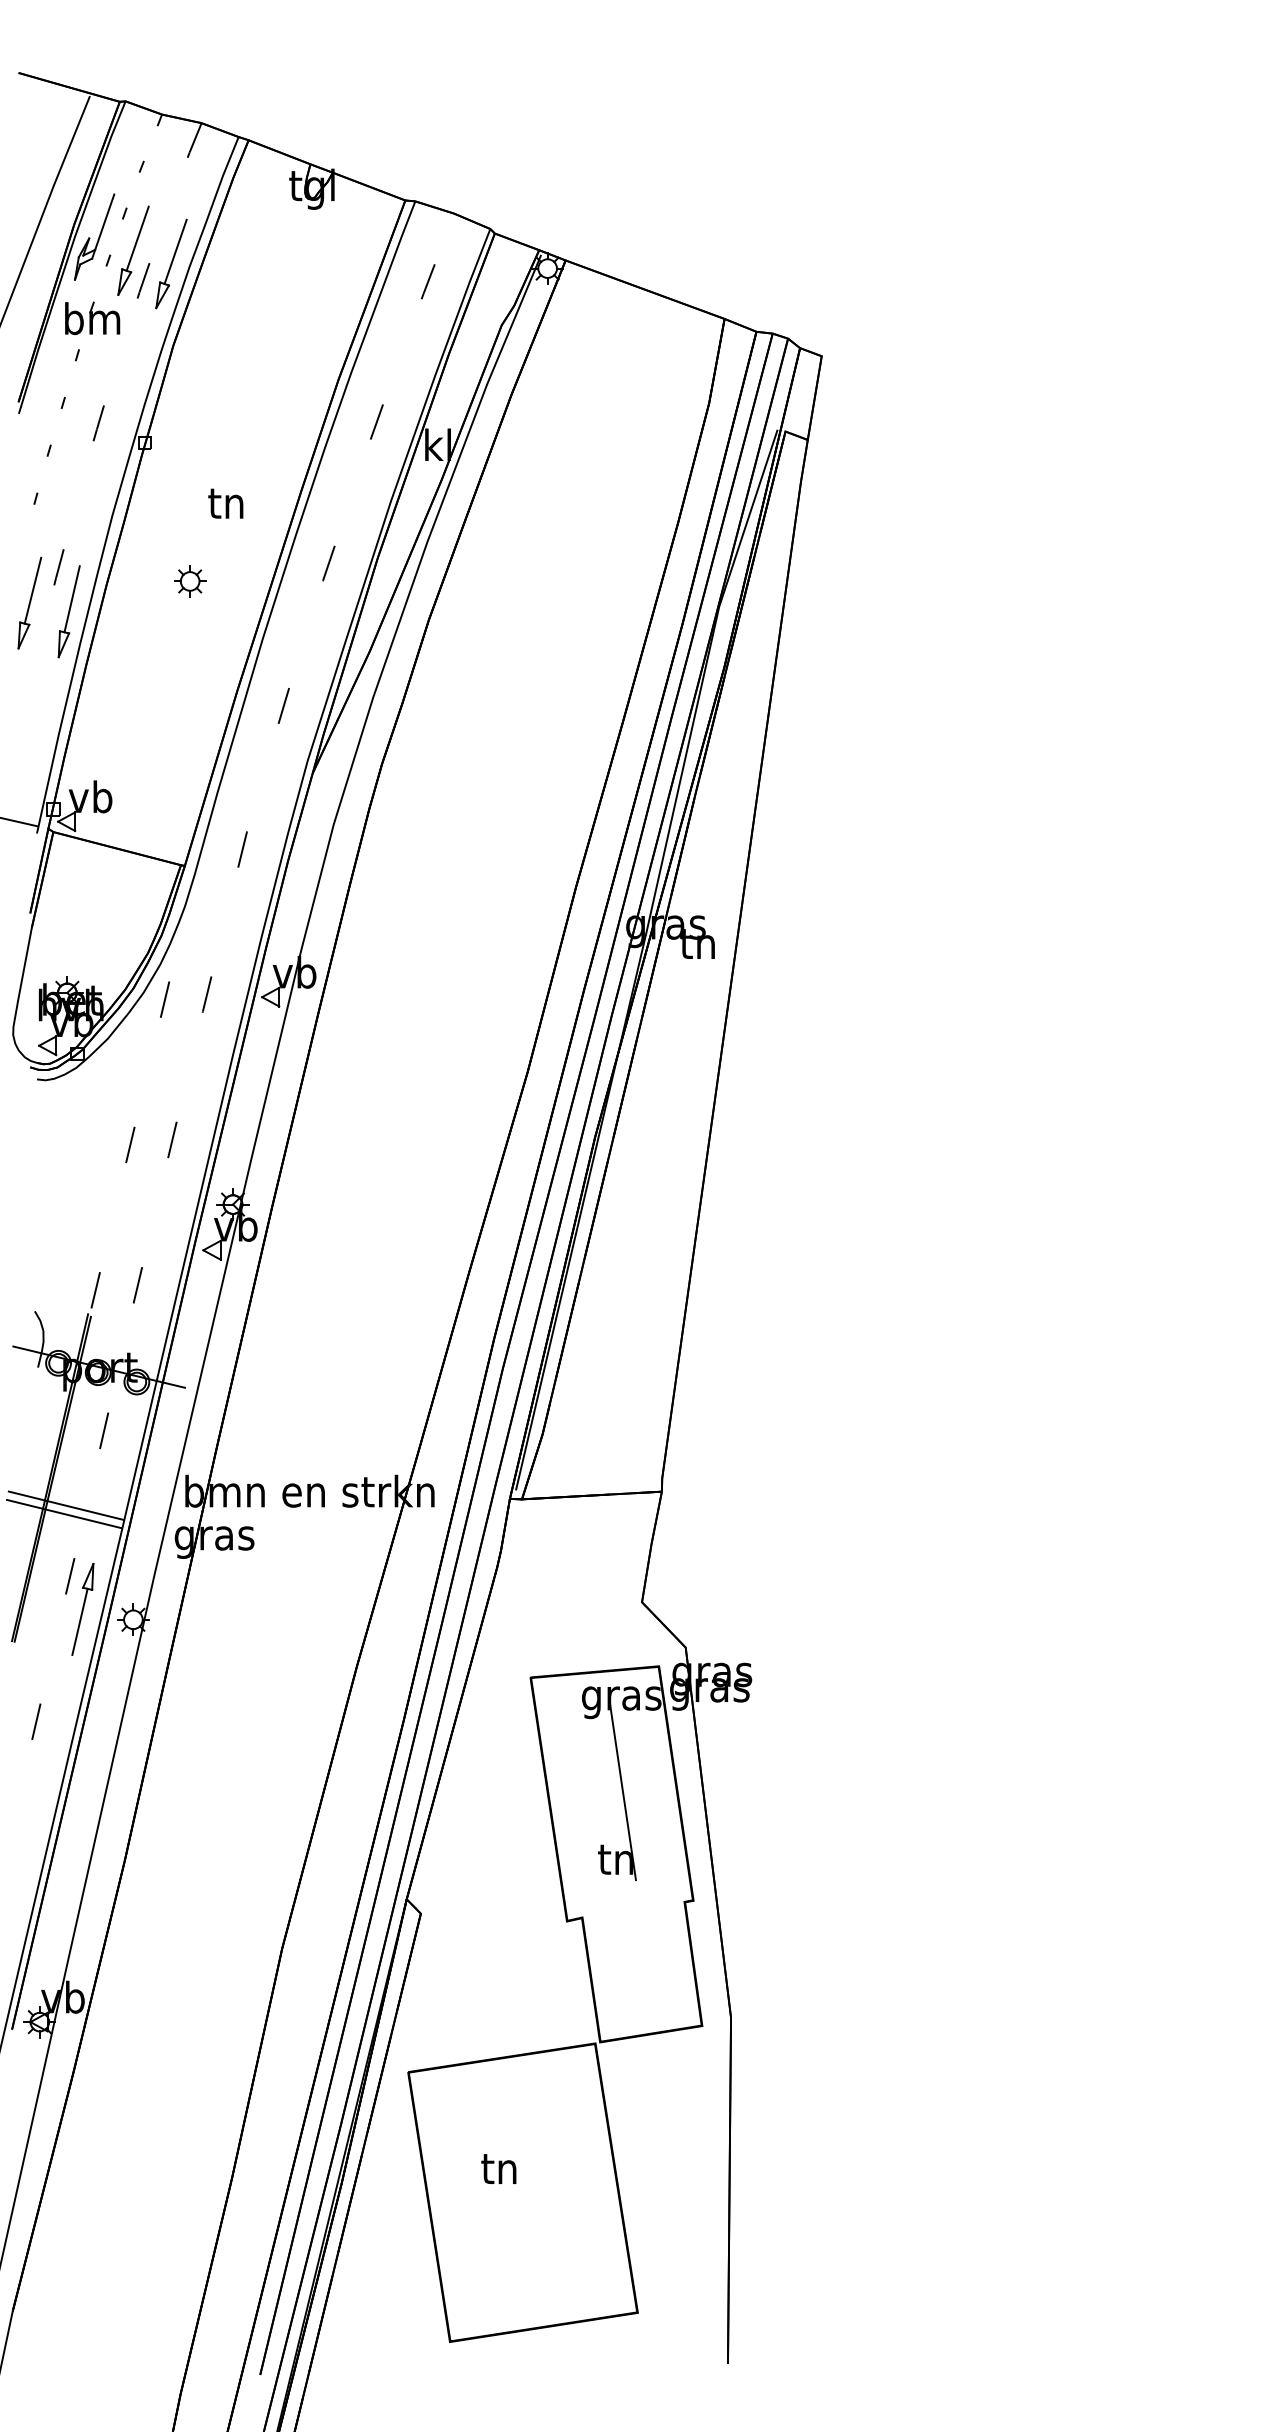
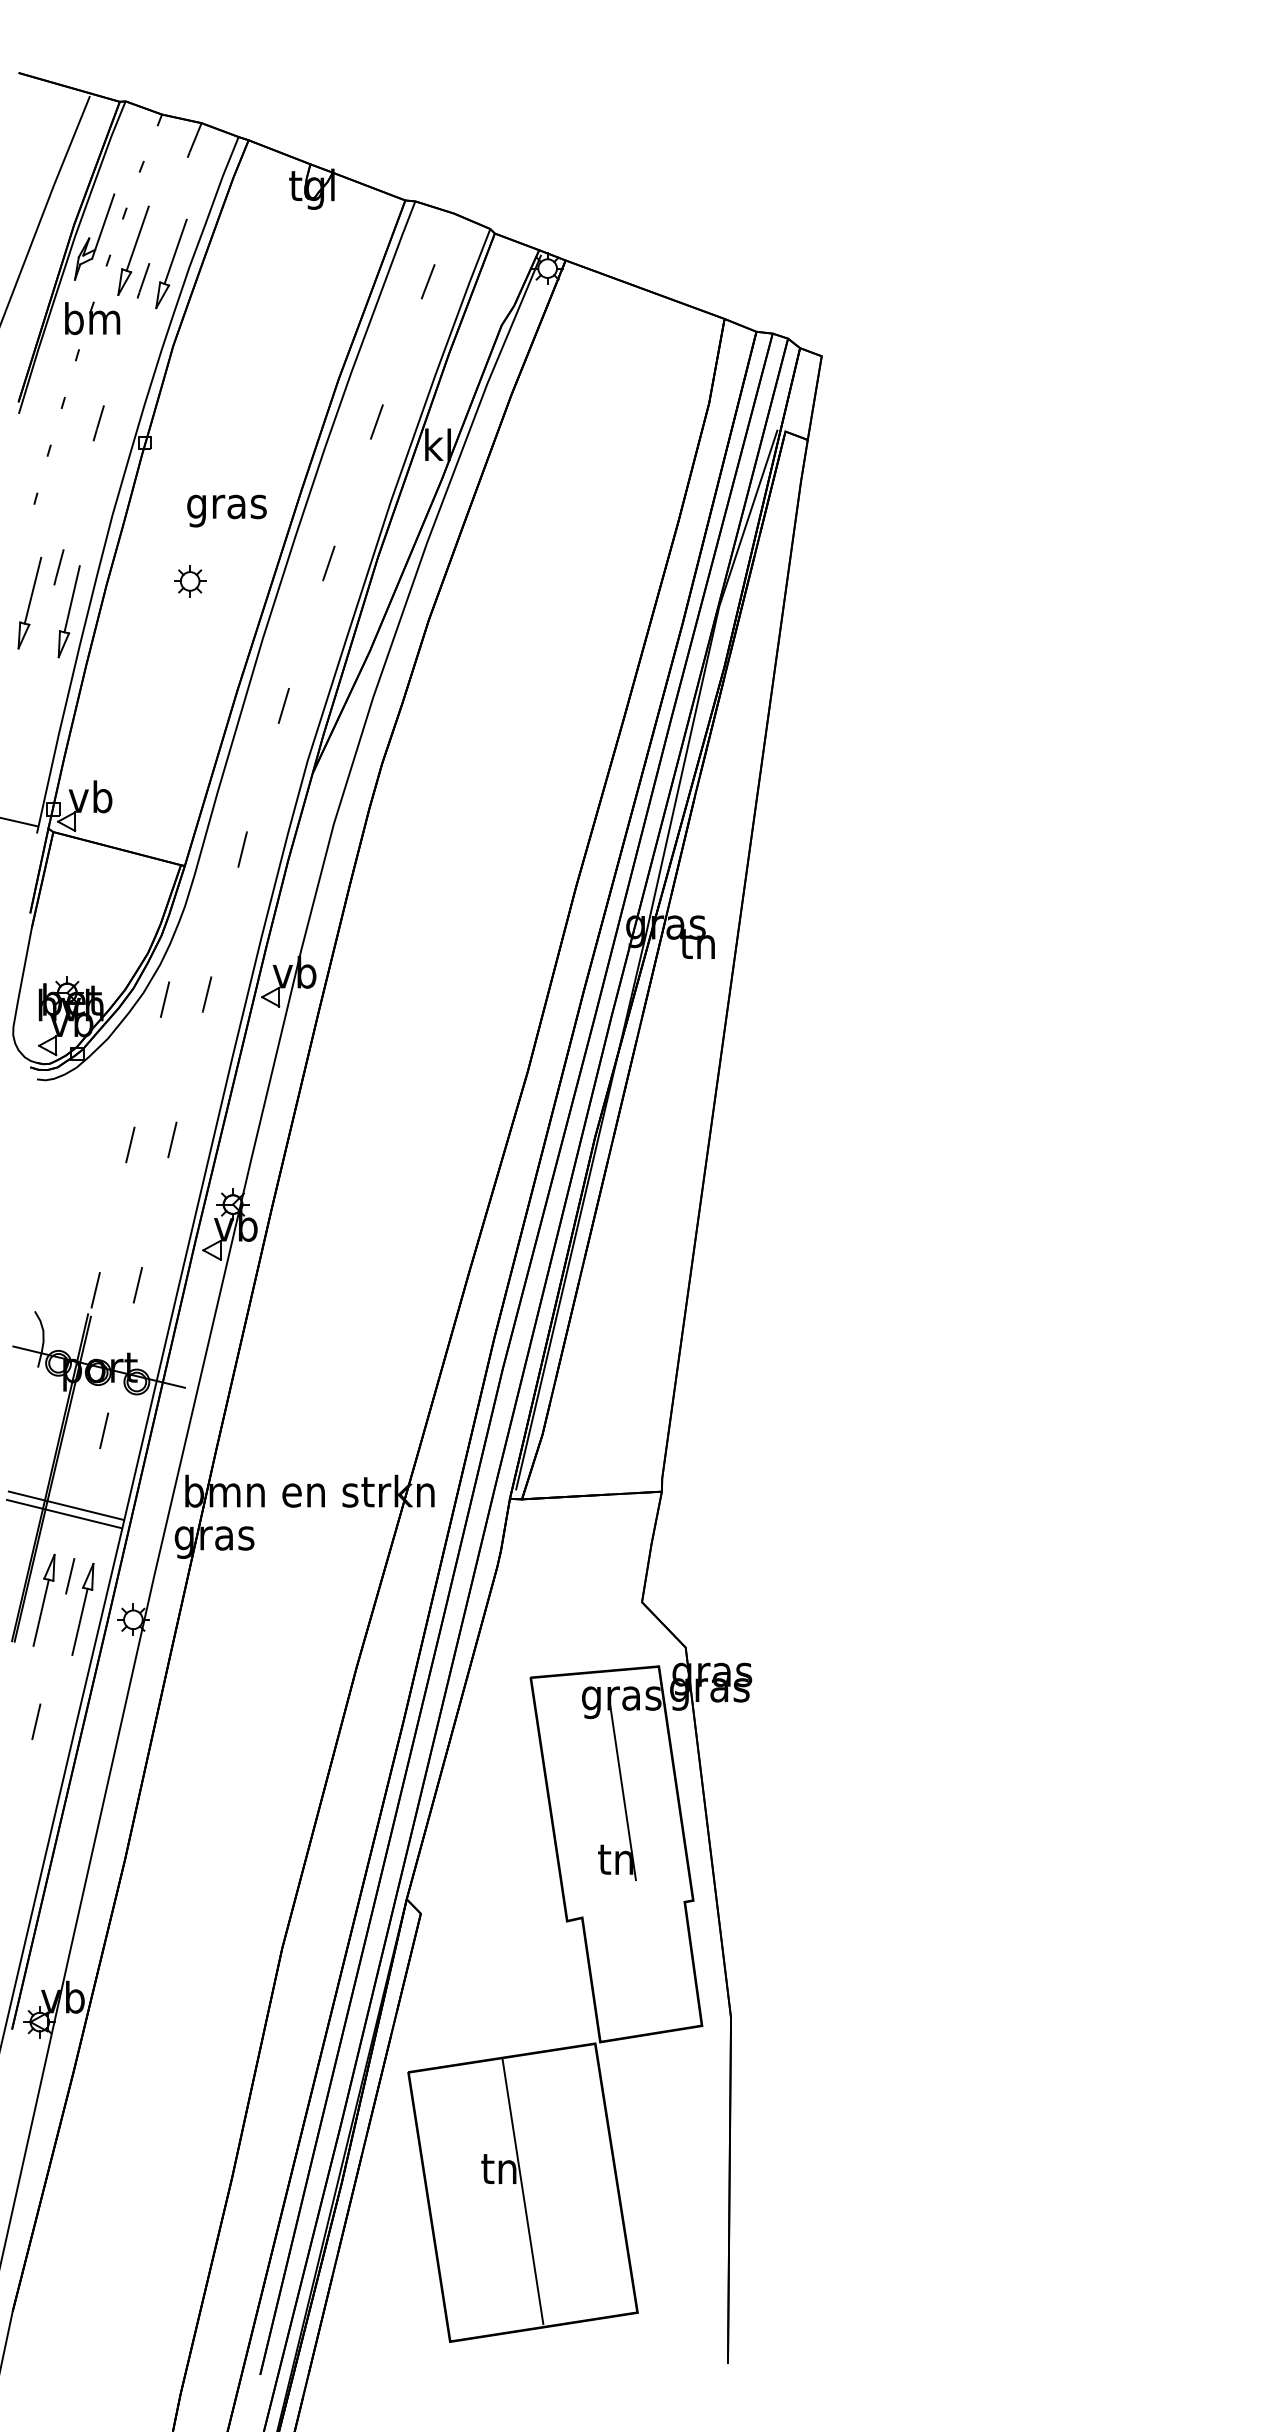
text at (226, 507): tn -> gras
part at (43, 1599): none -> present
line at (522, 2191): none -> present
